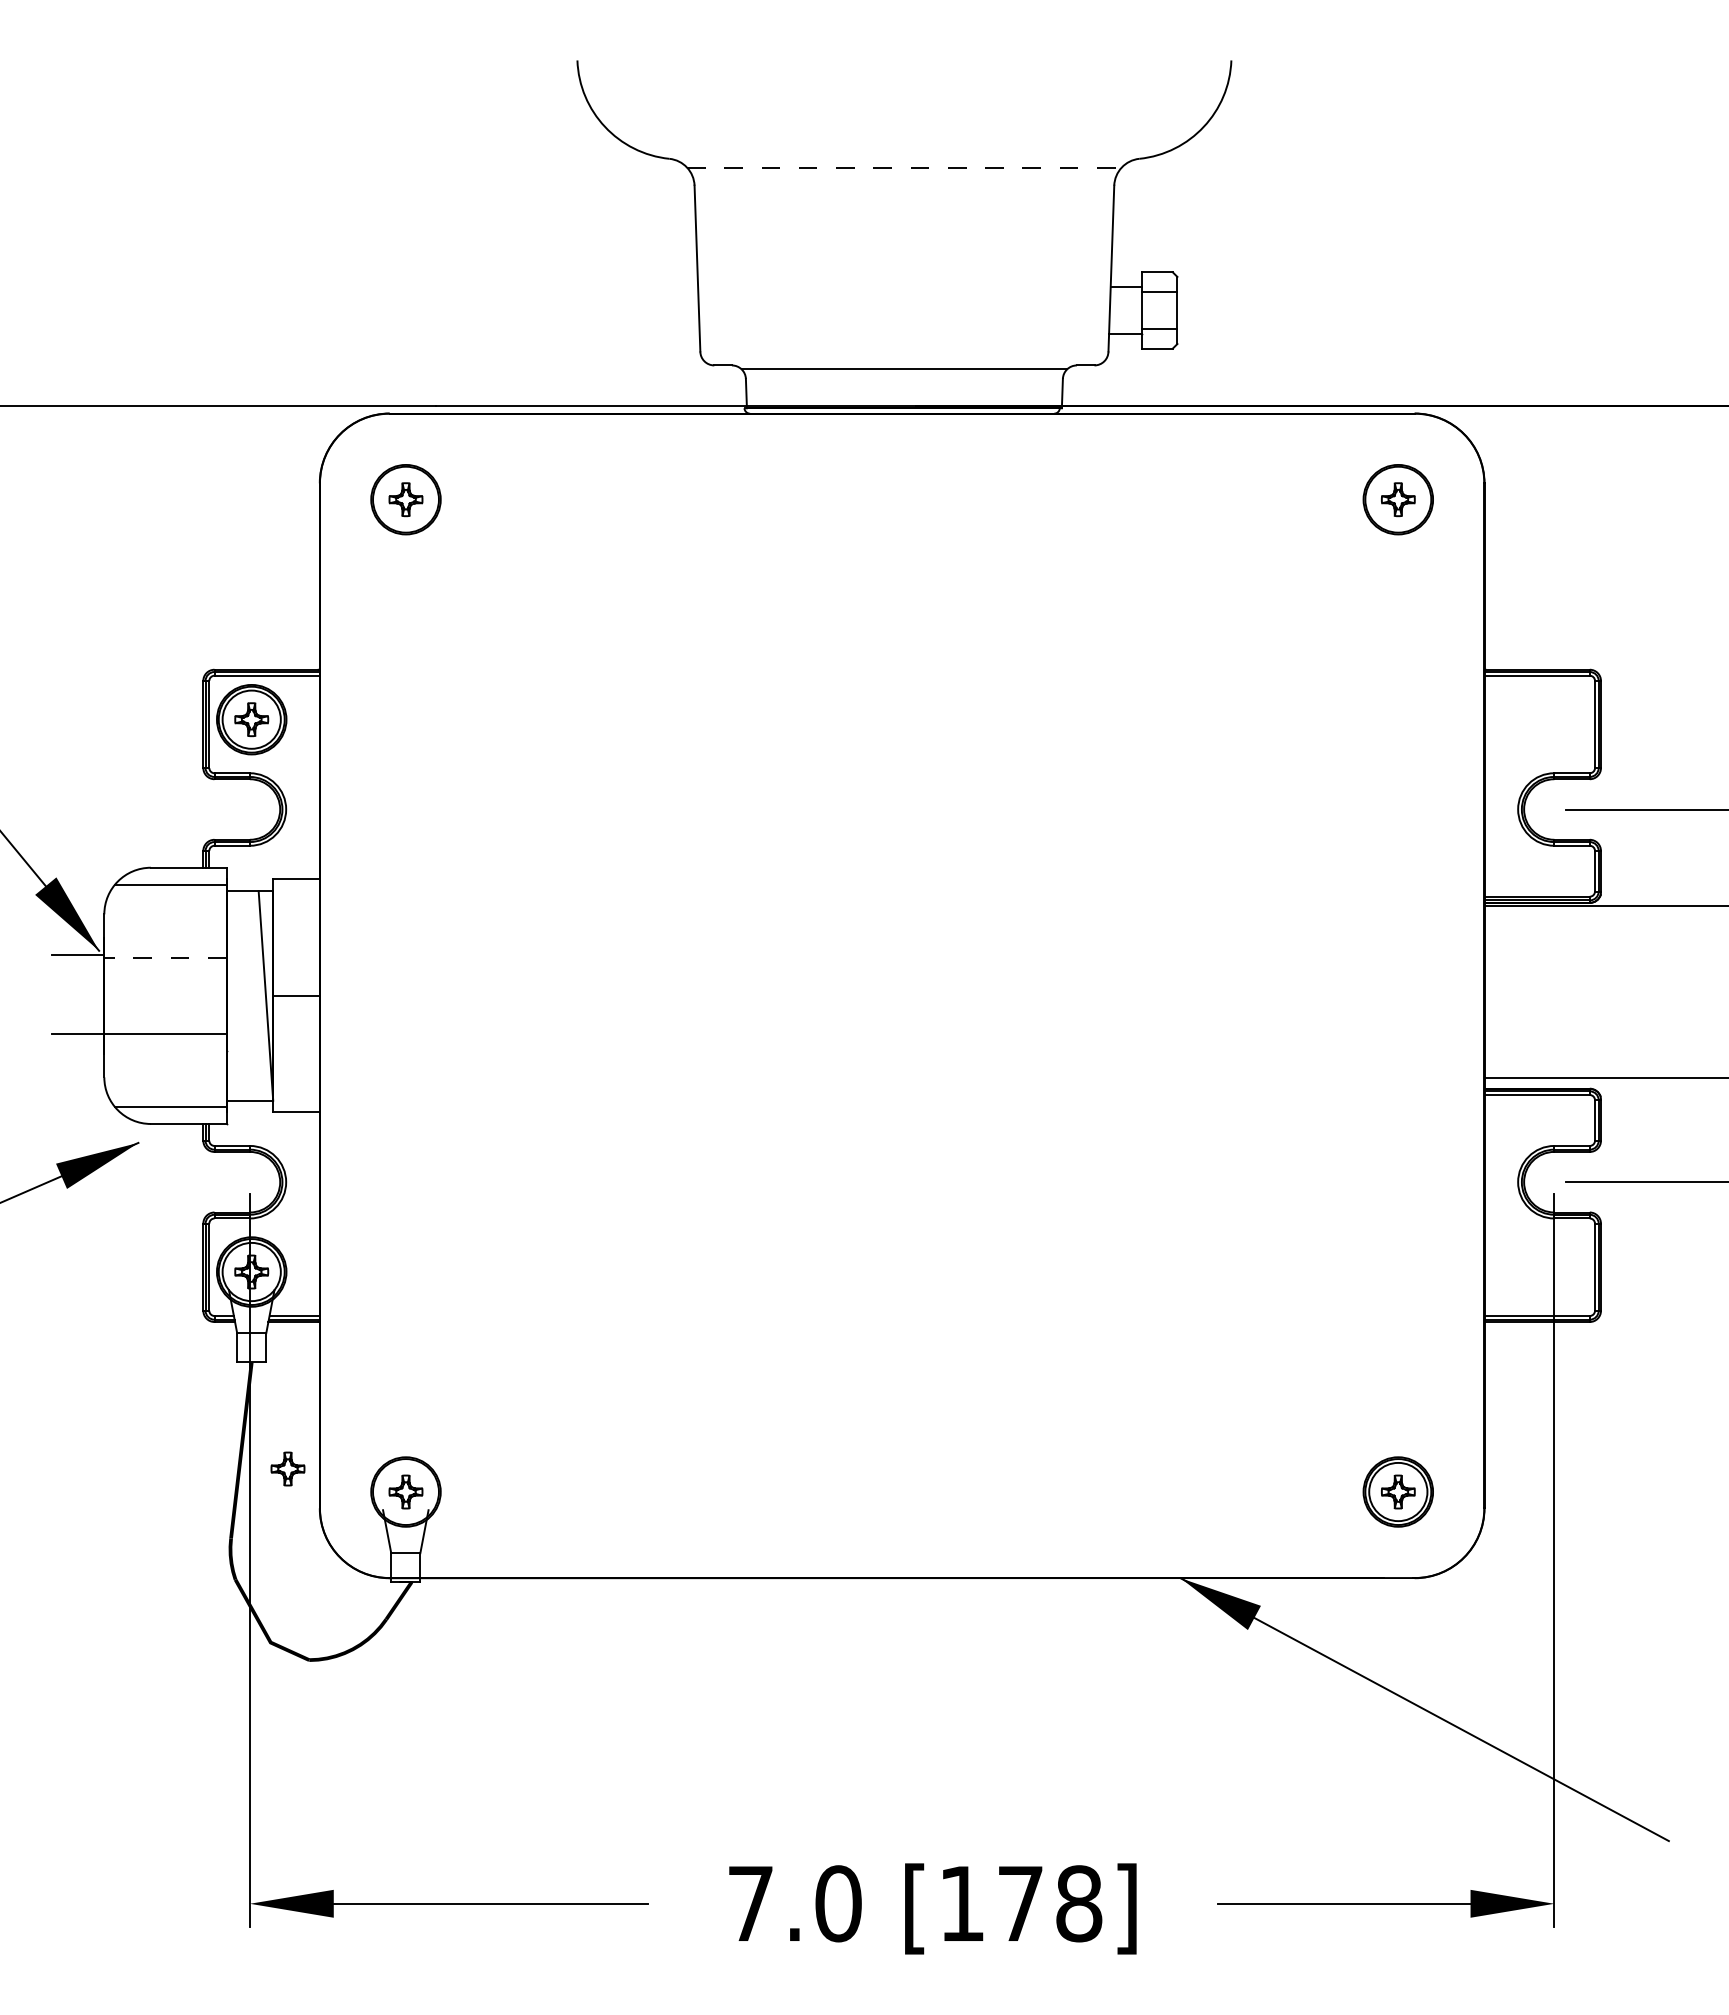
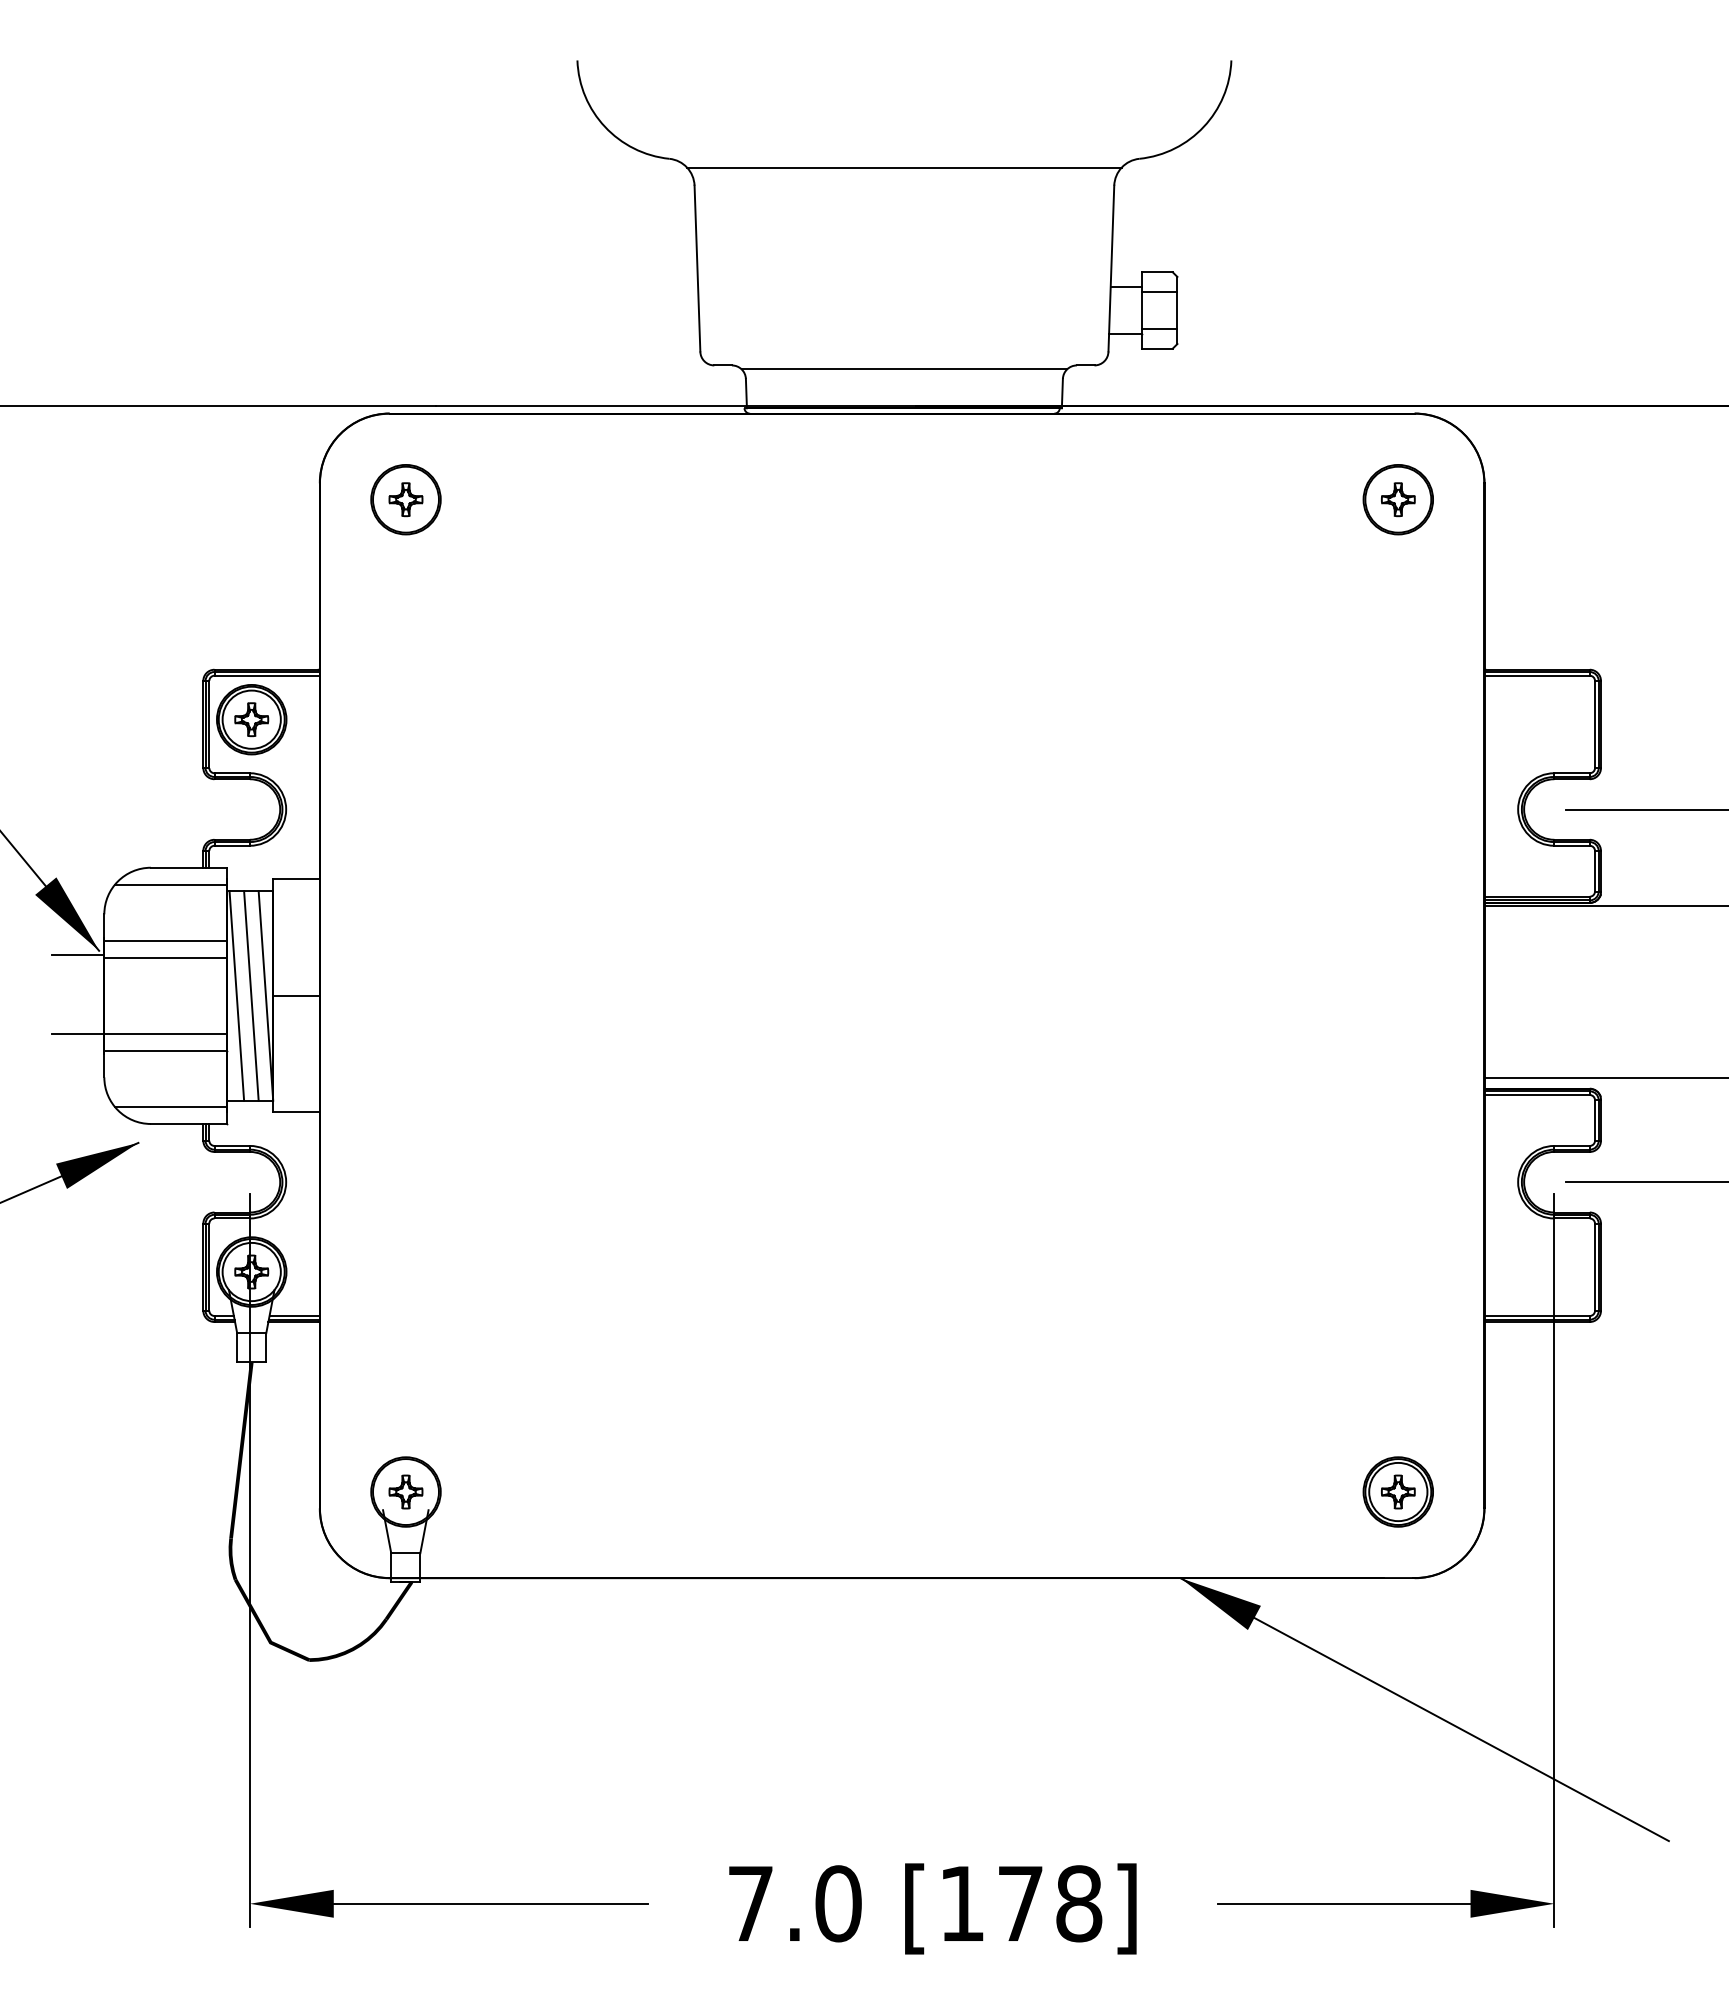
line at (904, 167): dashed -> solid
line at (165, 940): none -> present
line at (164, 958): dashed -> solid
line at (236, 995): none -> present
line at (251, 995): none -> present
line at (165, 1051): none -> present
part at (287, 1468): present -> none
